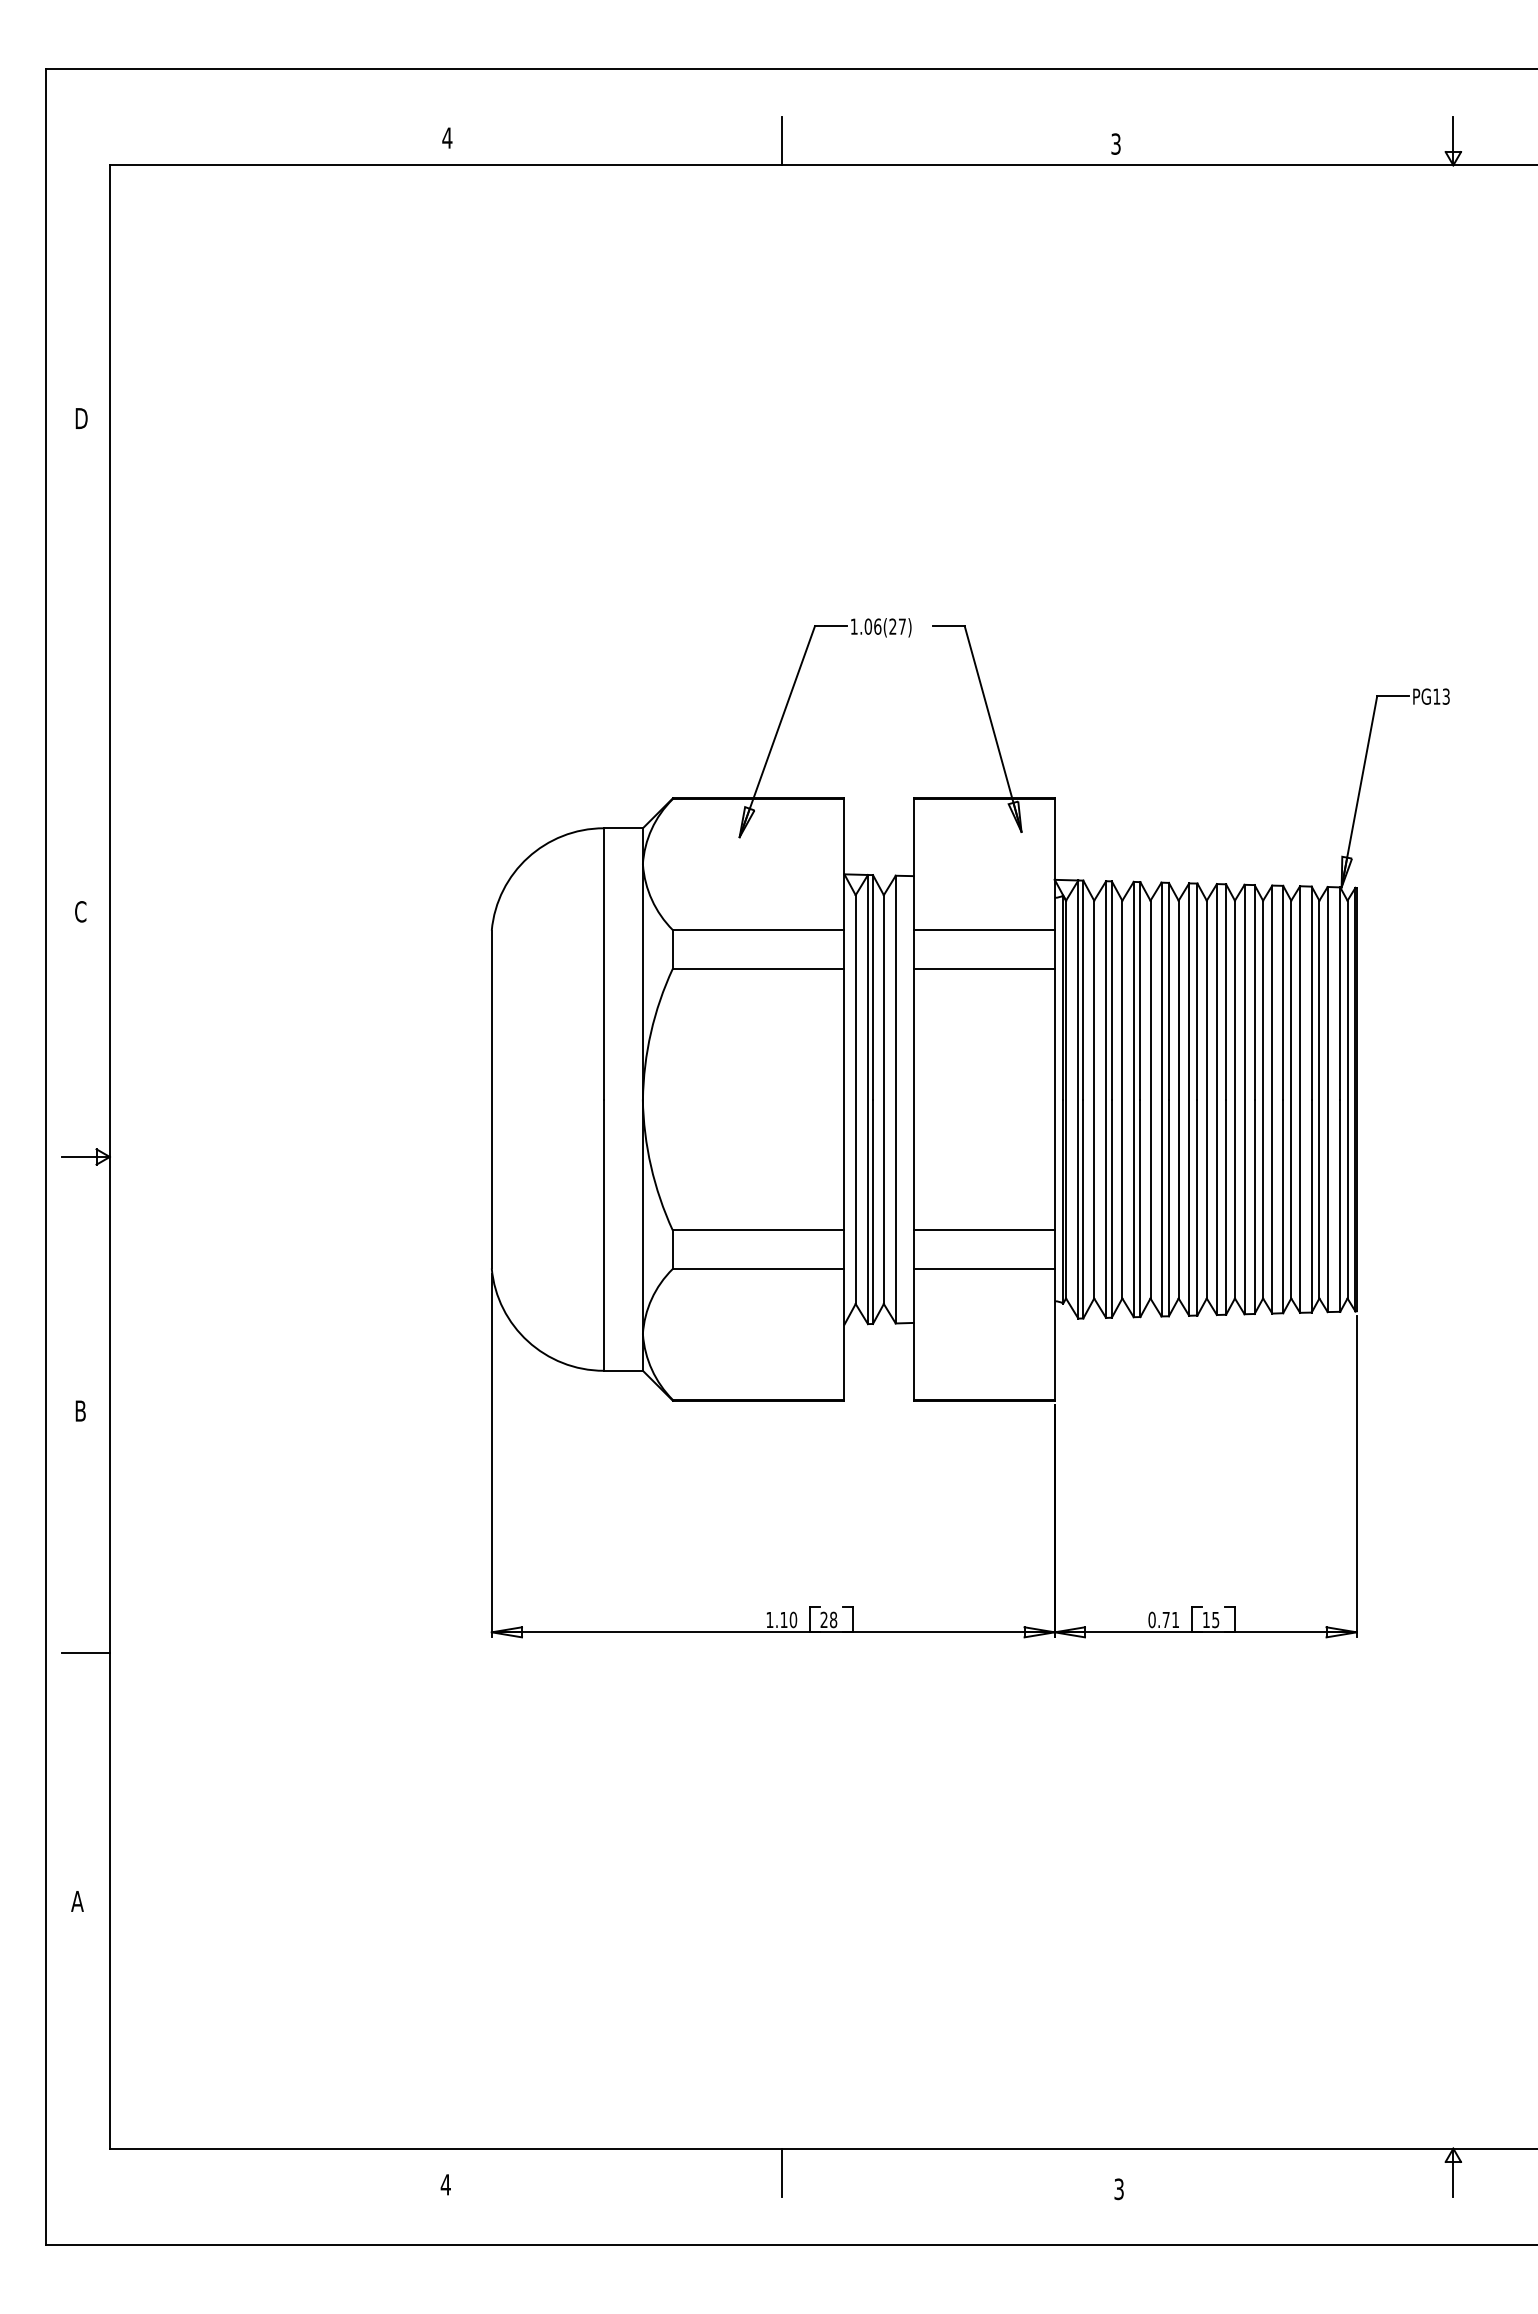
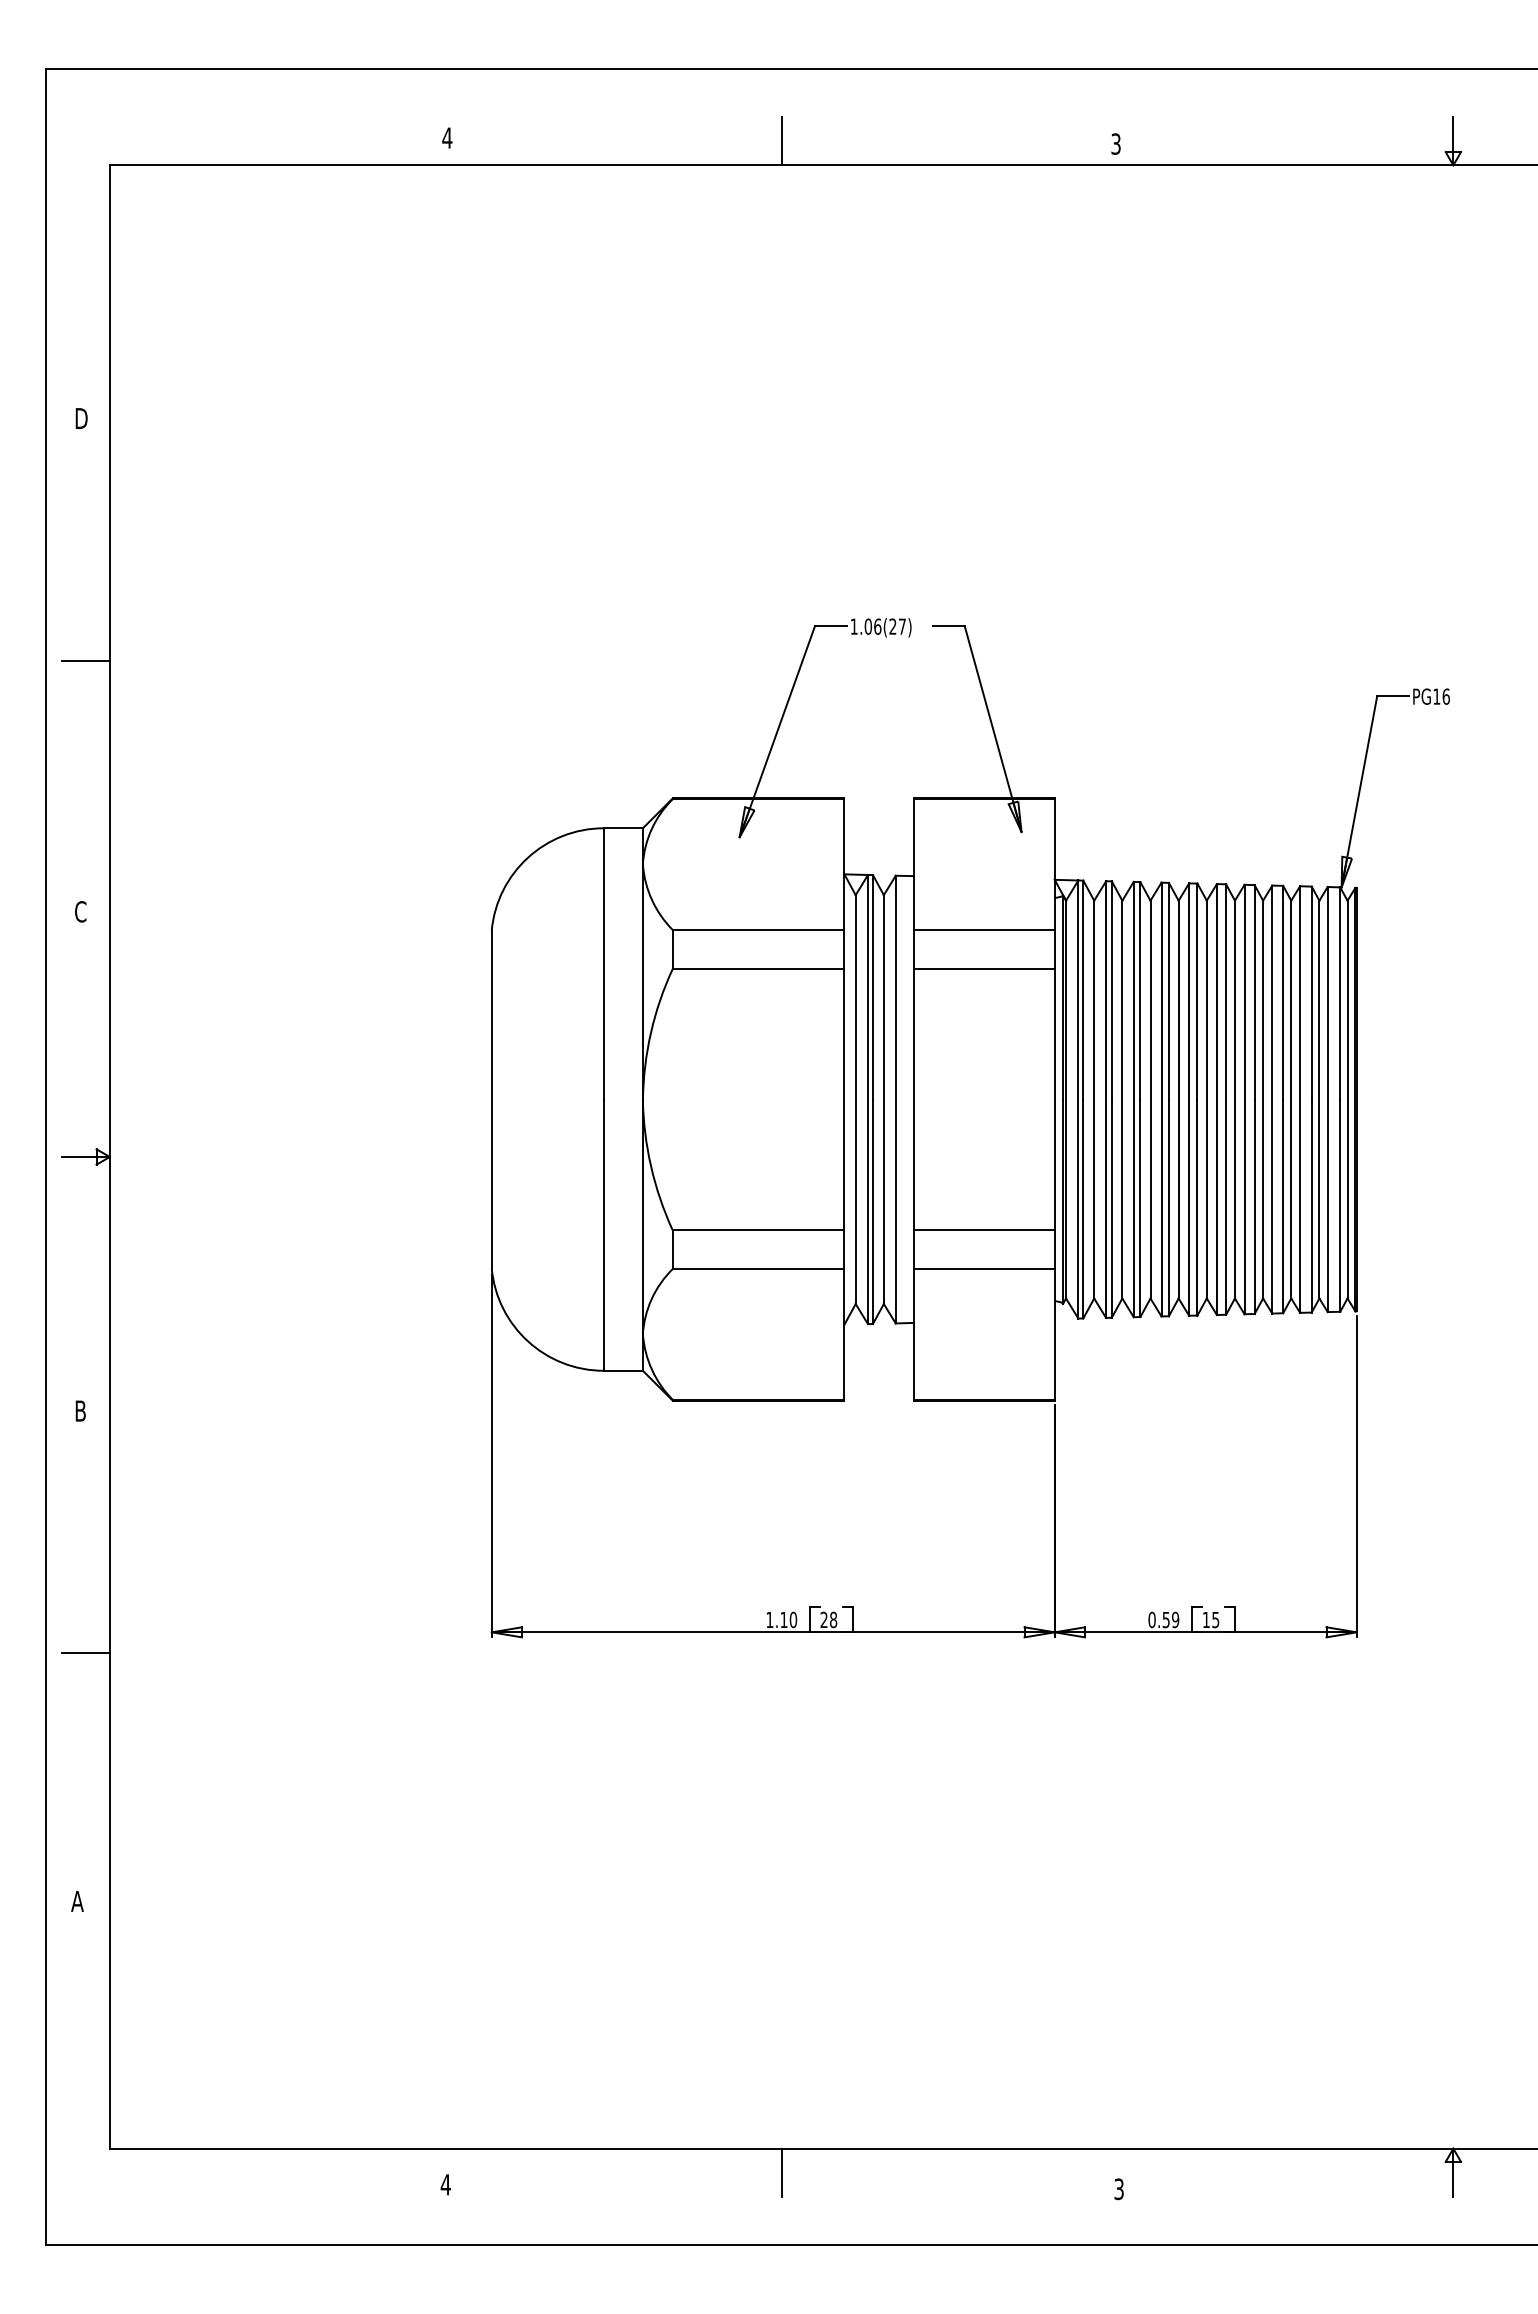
line at (85, 661): none -> present
text at (1445, 696): PG13 -> PG16
text at (1170, 1619): 0.71 -> 0.59
